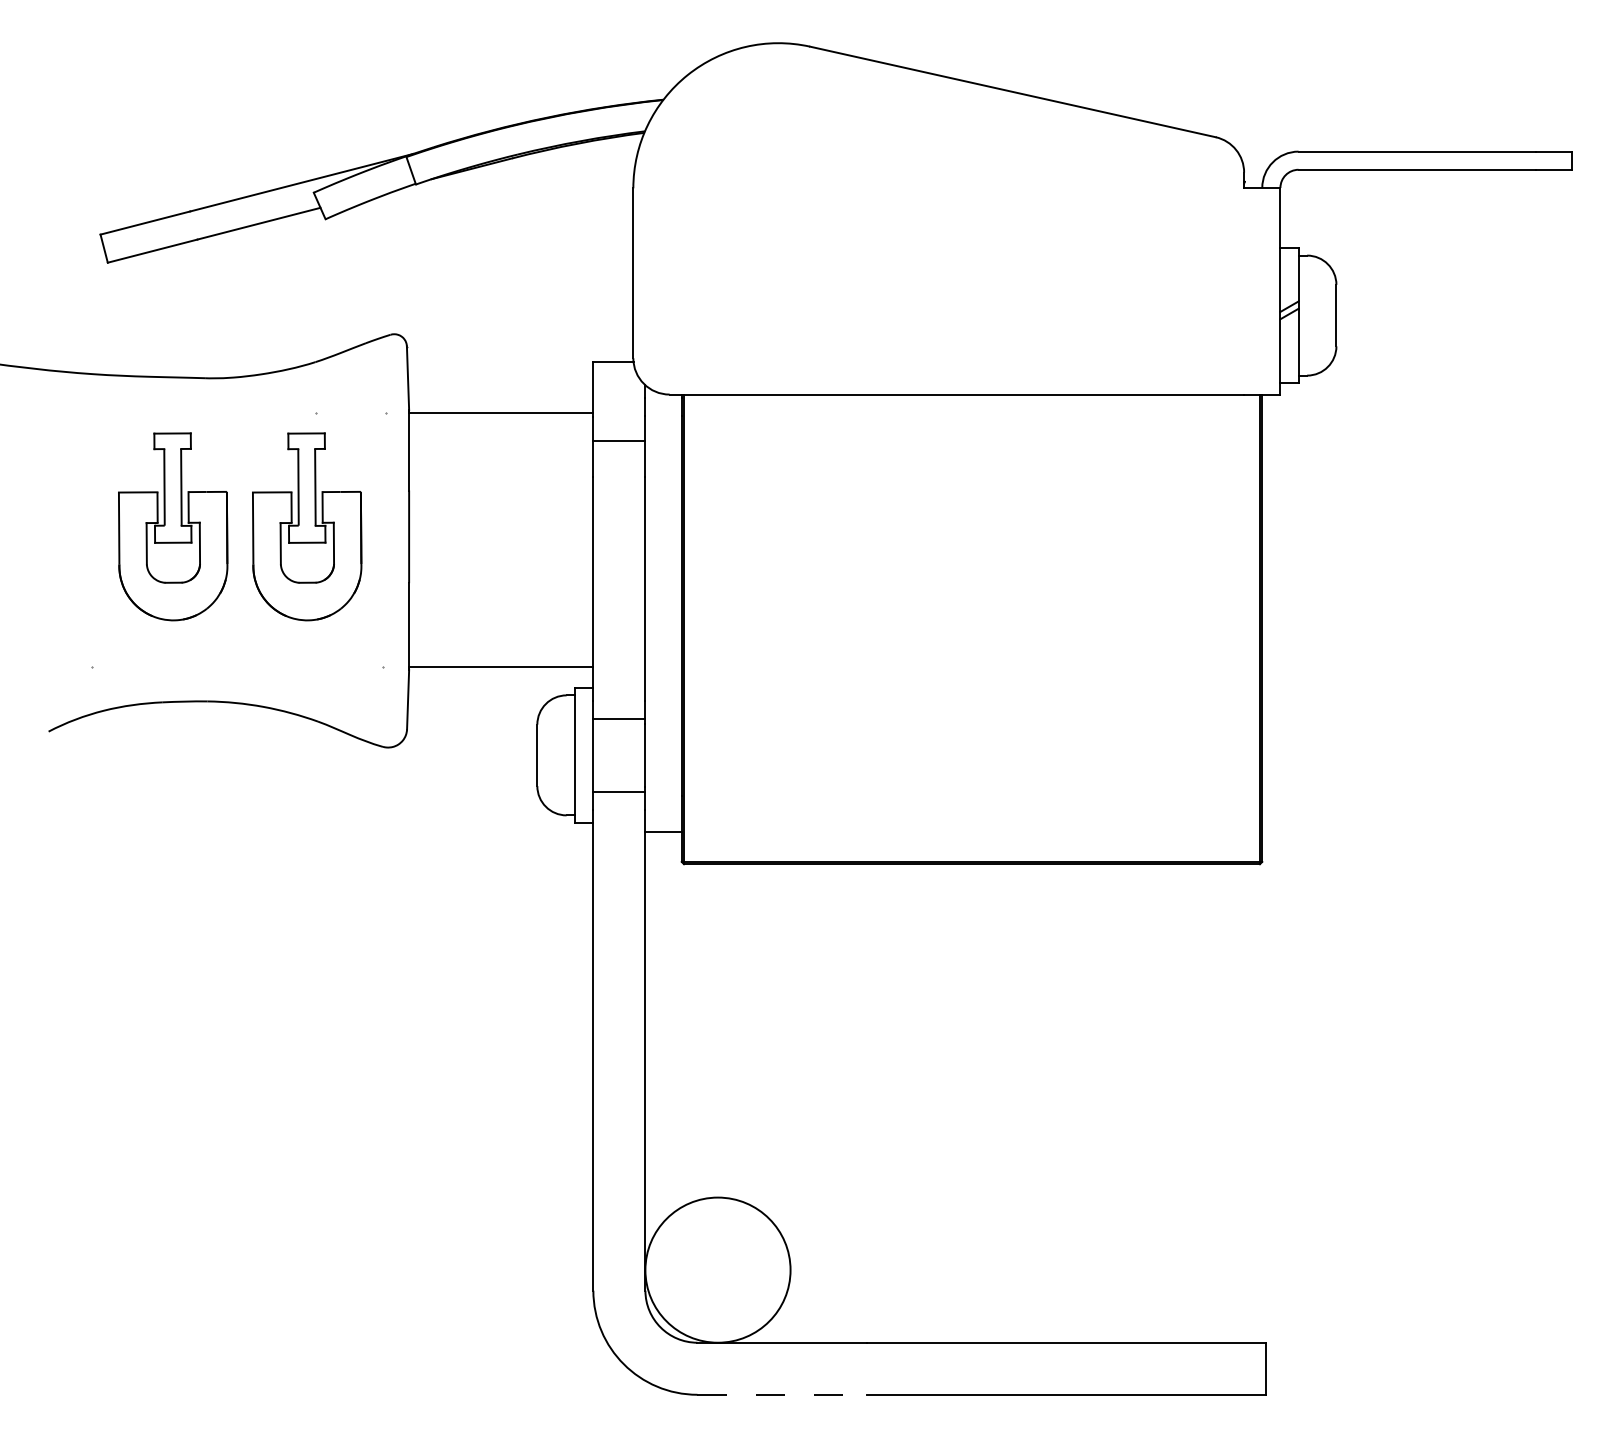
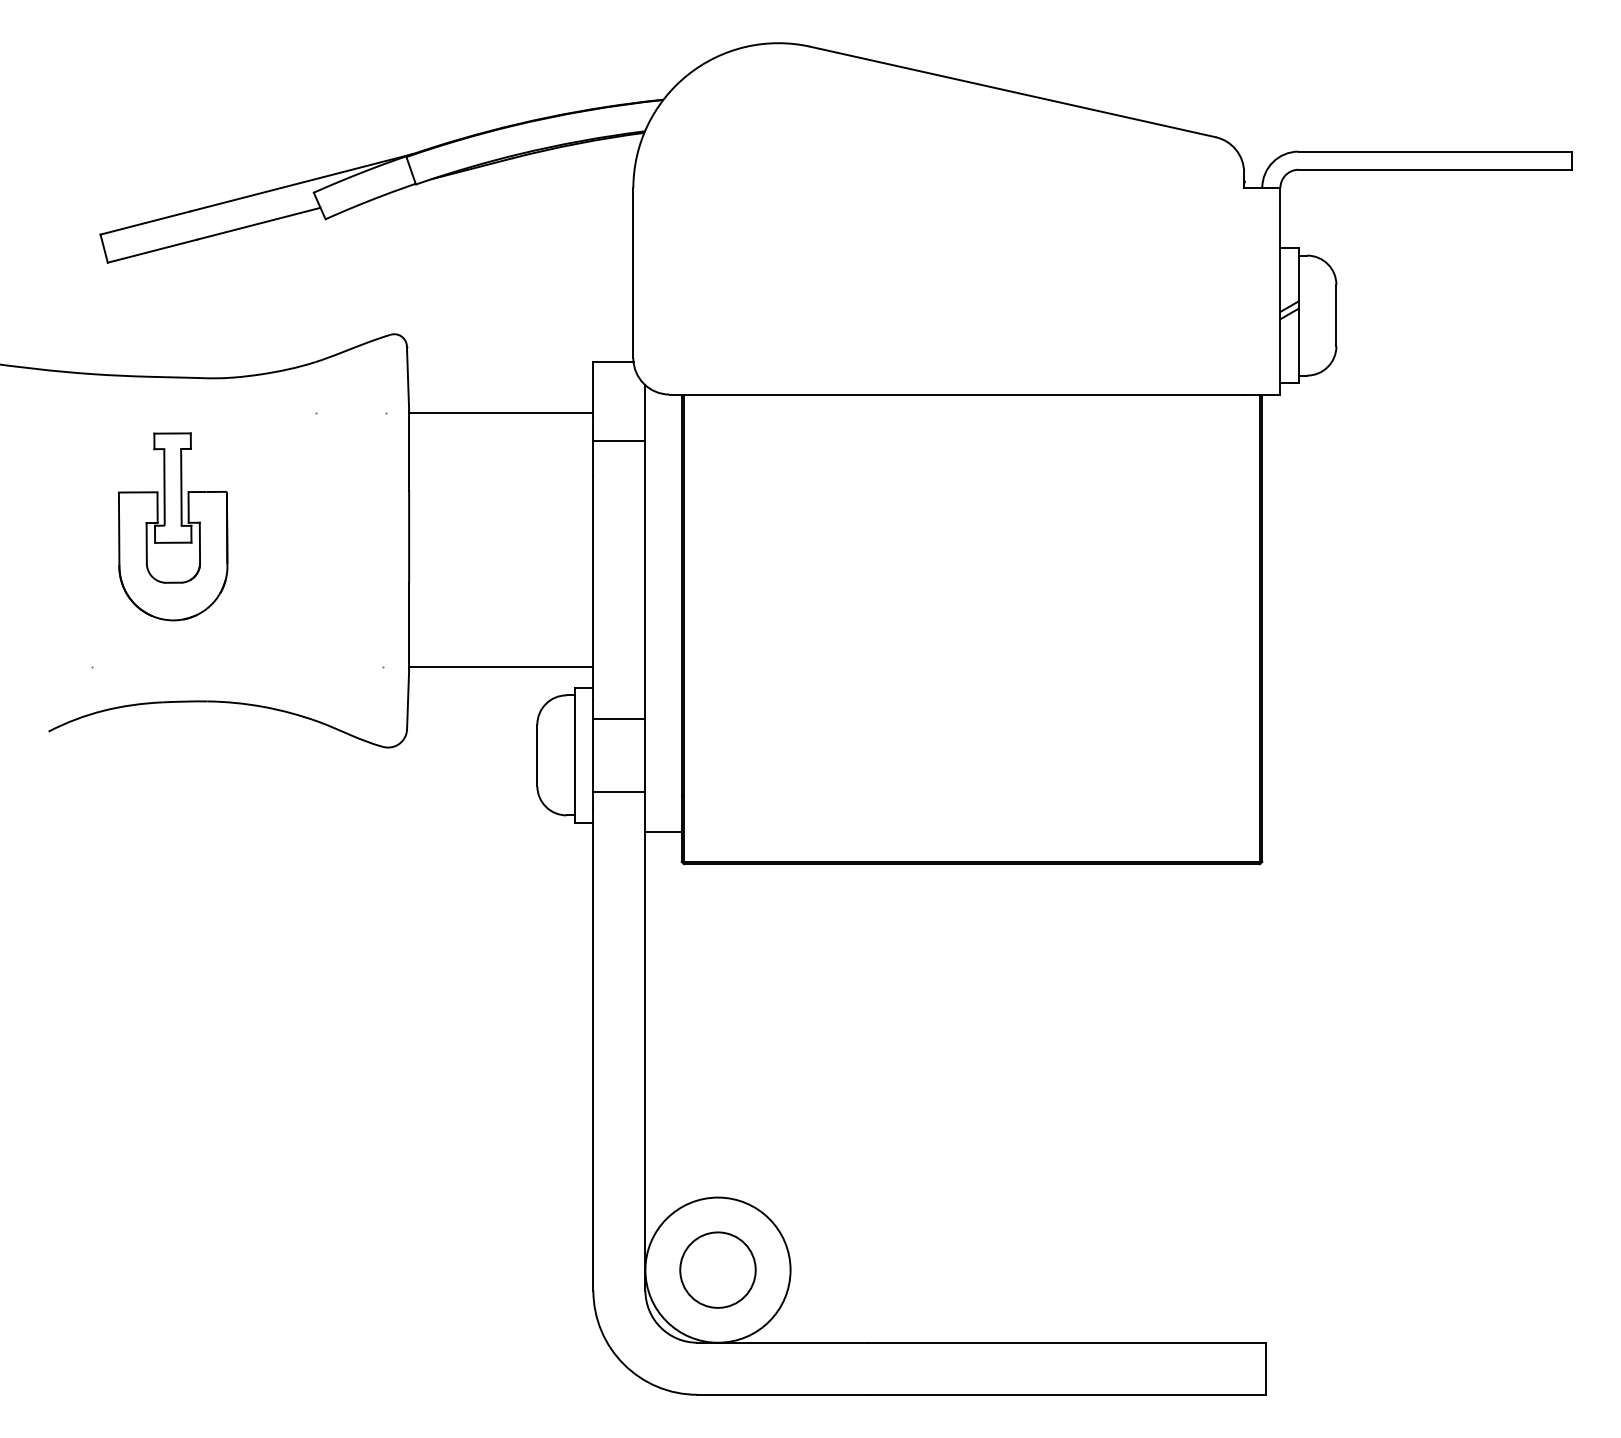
part at (307, 526): present -> none
circle at (717, 1269): none -> present
line at (782, 1394): dashed -> solid
